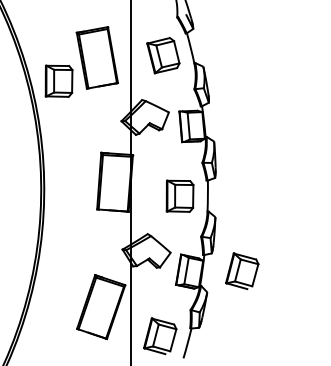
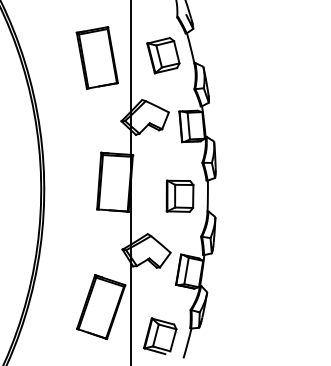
part at (58, 80): present -> none
part at (242, 271): present -> none
